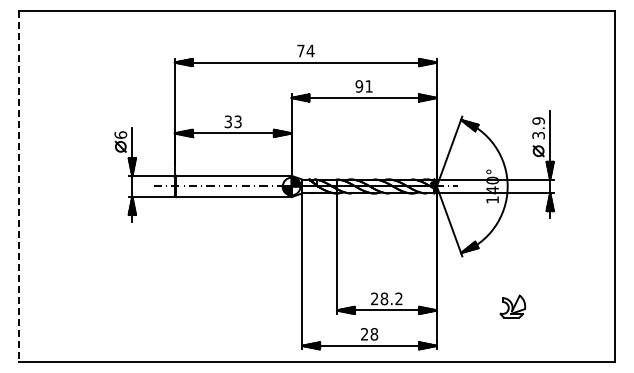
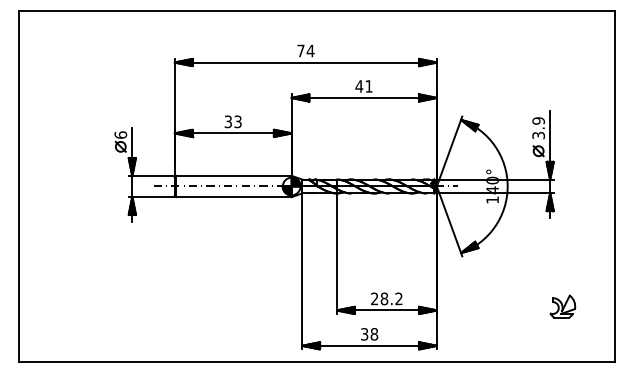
text at (359, 86): 91 -> 41
line at (19, 186): dashed -> solid
part at (512, 306) position: (512, 306) -> (562, 306)
text at (364, 334): 28 -> 38
